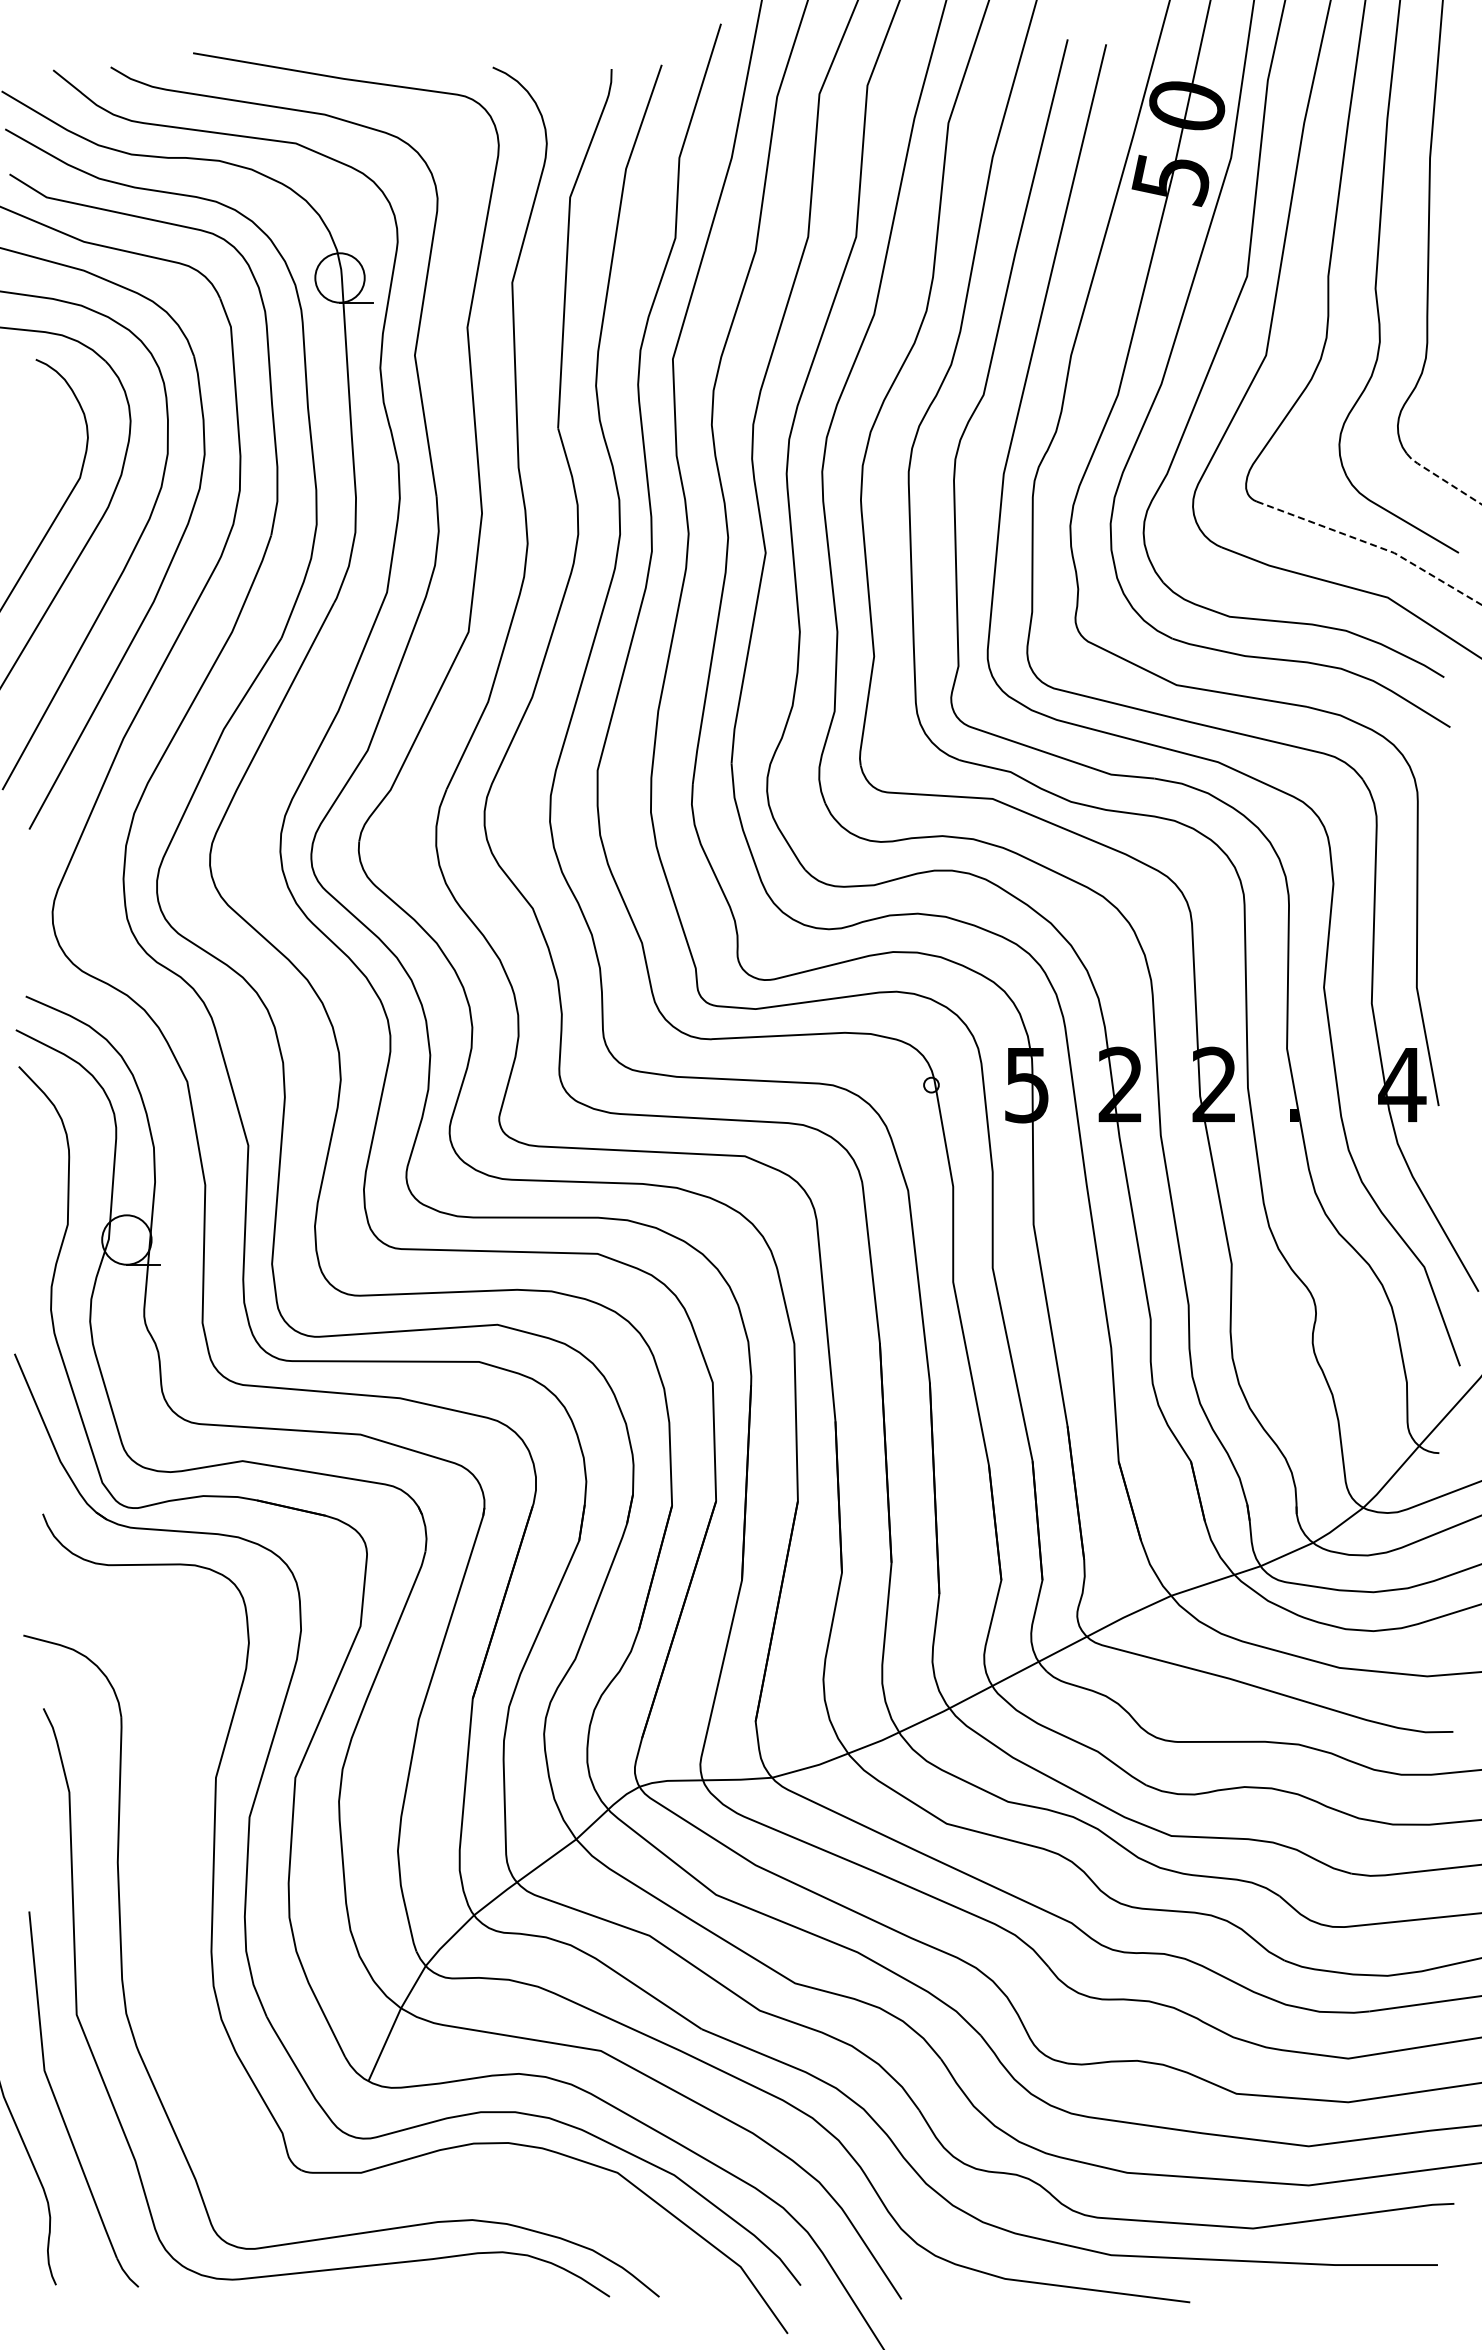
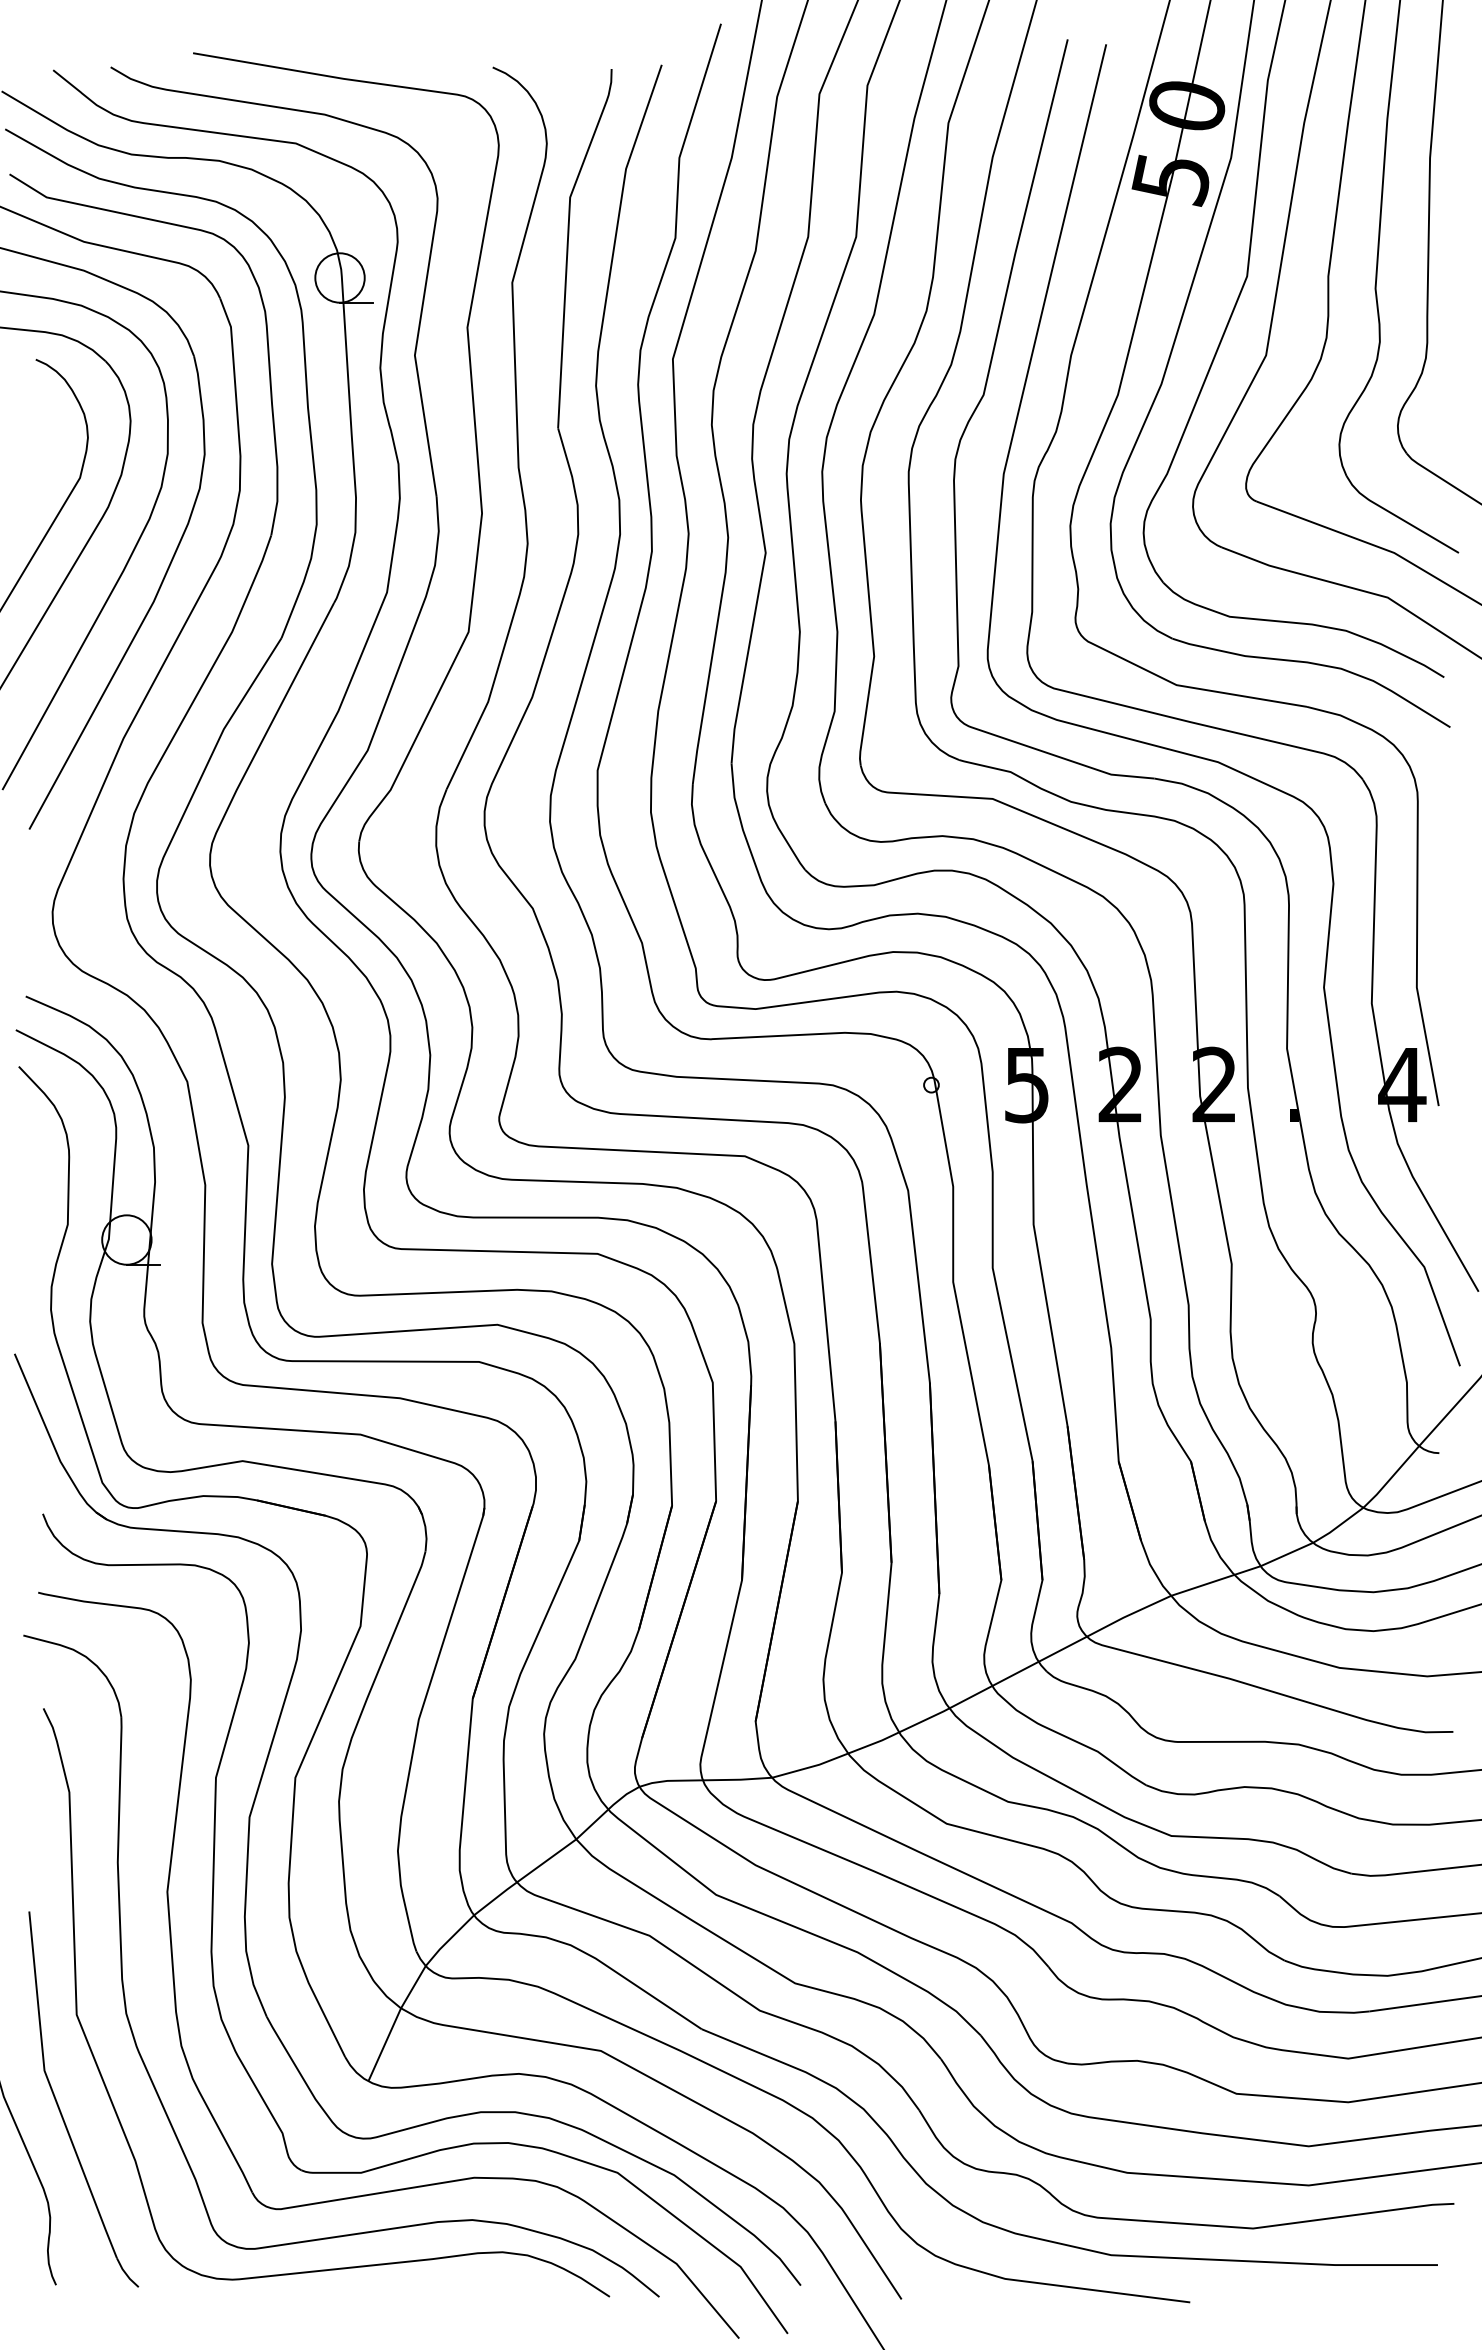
line at (1441, 479): dashed -> solid
line at (1373, 545): dashed -> solid
part at (175, 1985): none -> present
